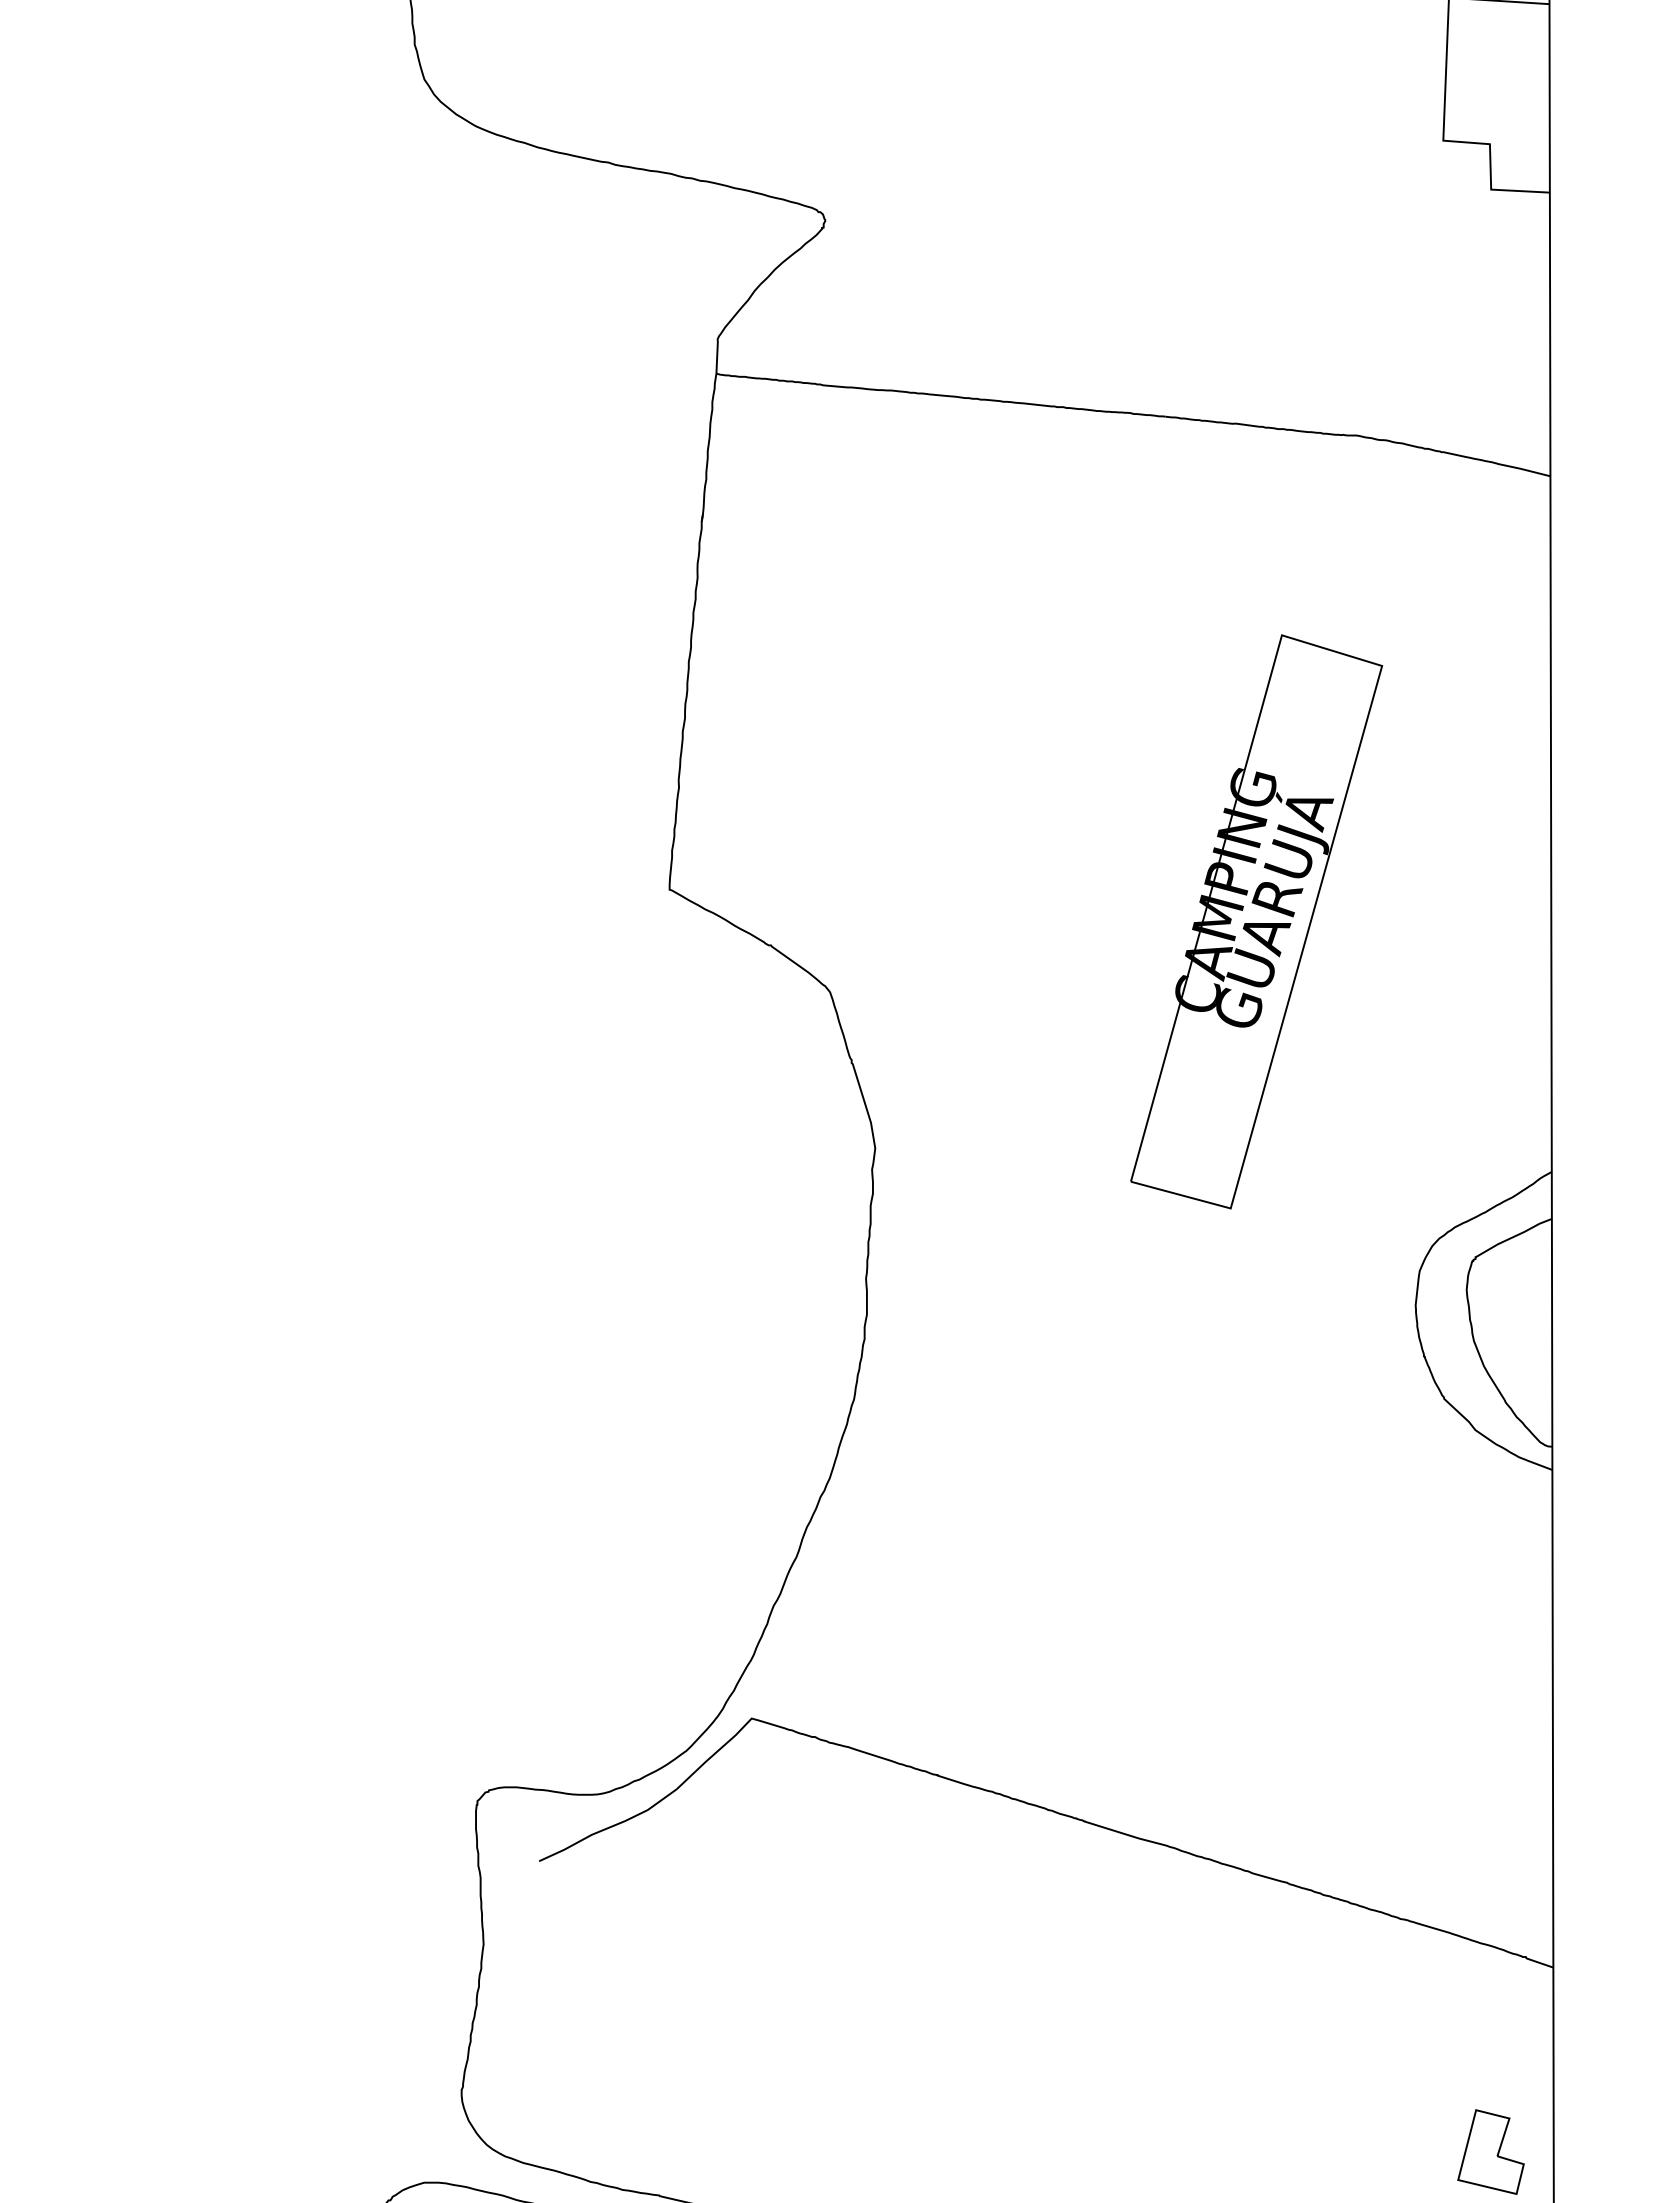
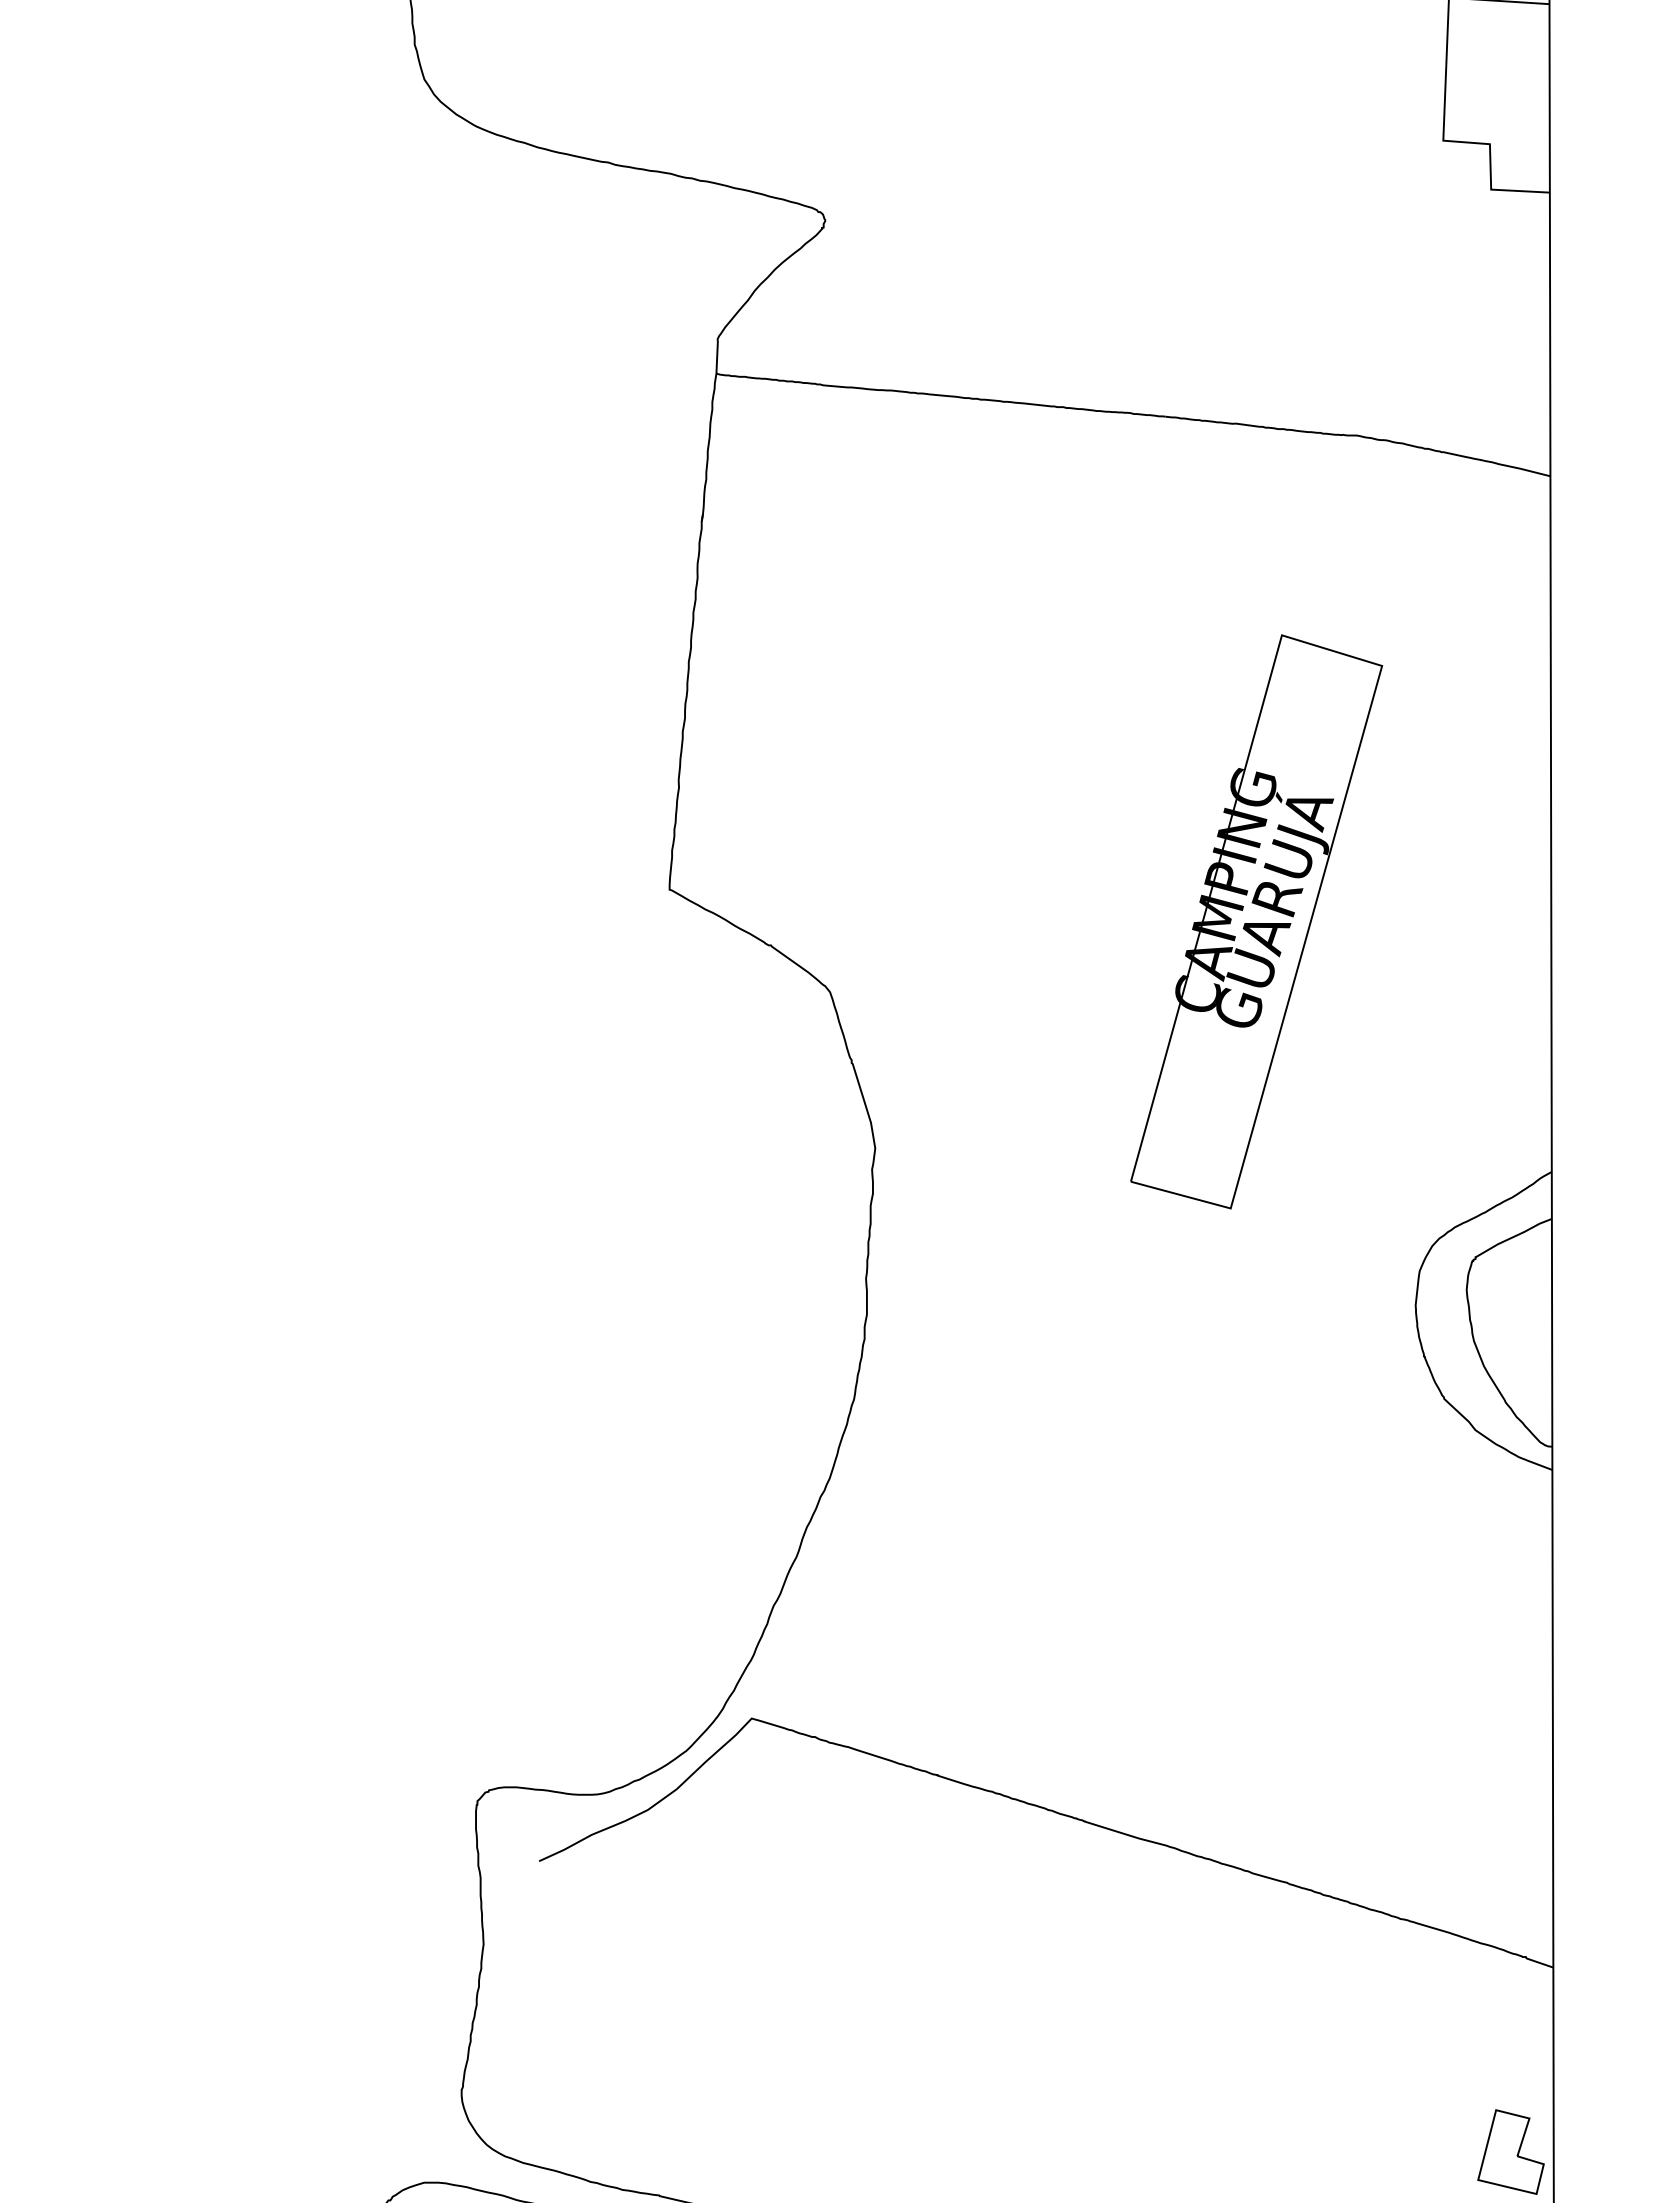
part at (1490, 2151) position: (1490, 2151) -> (1510, 2151)
